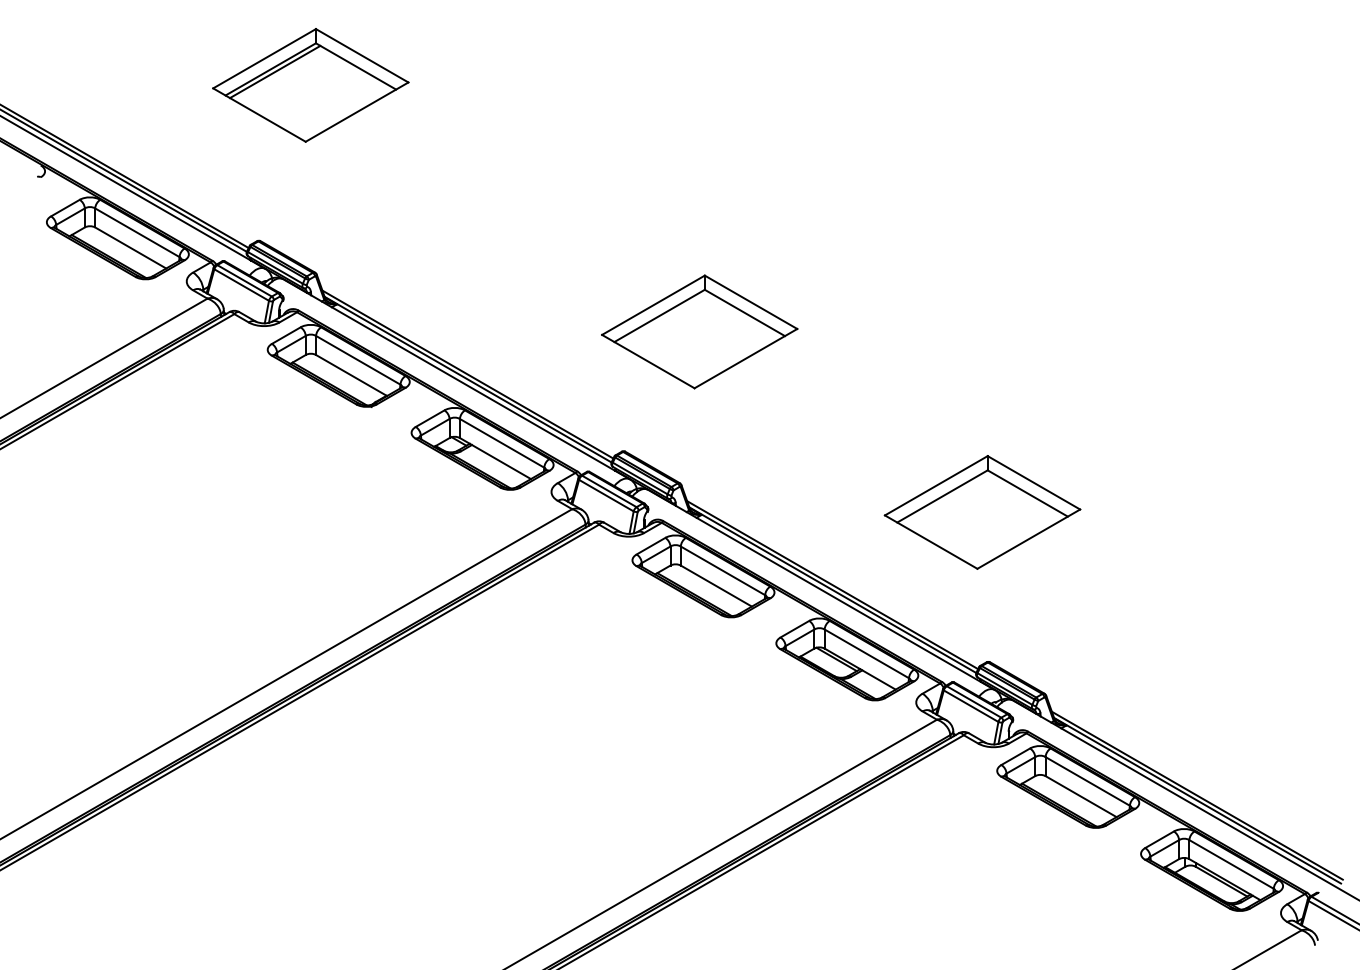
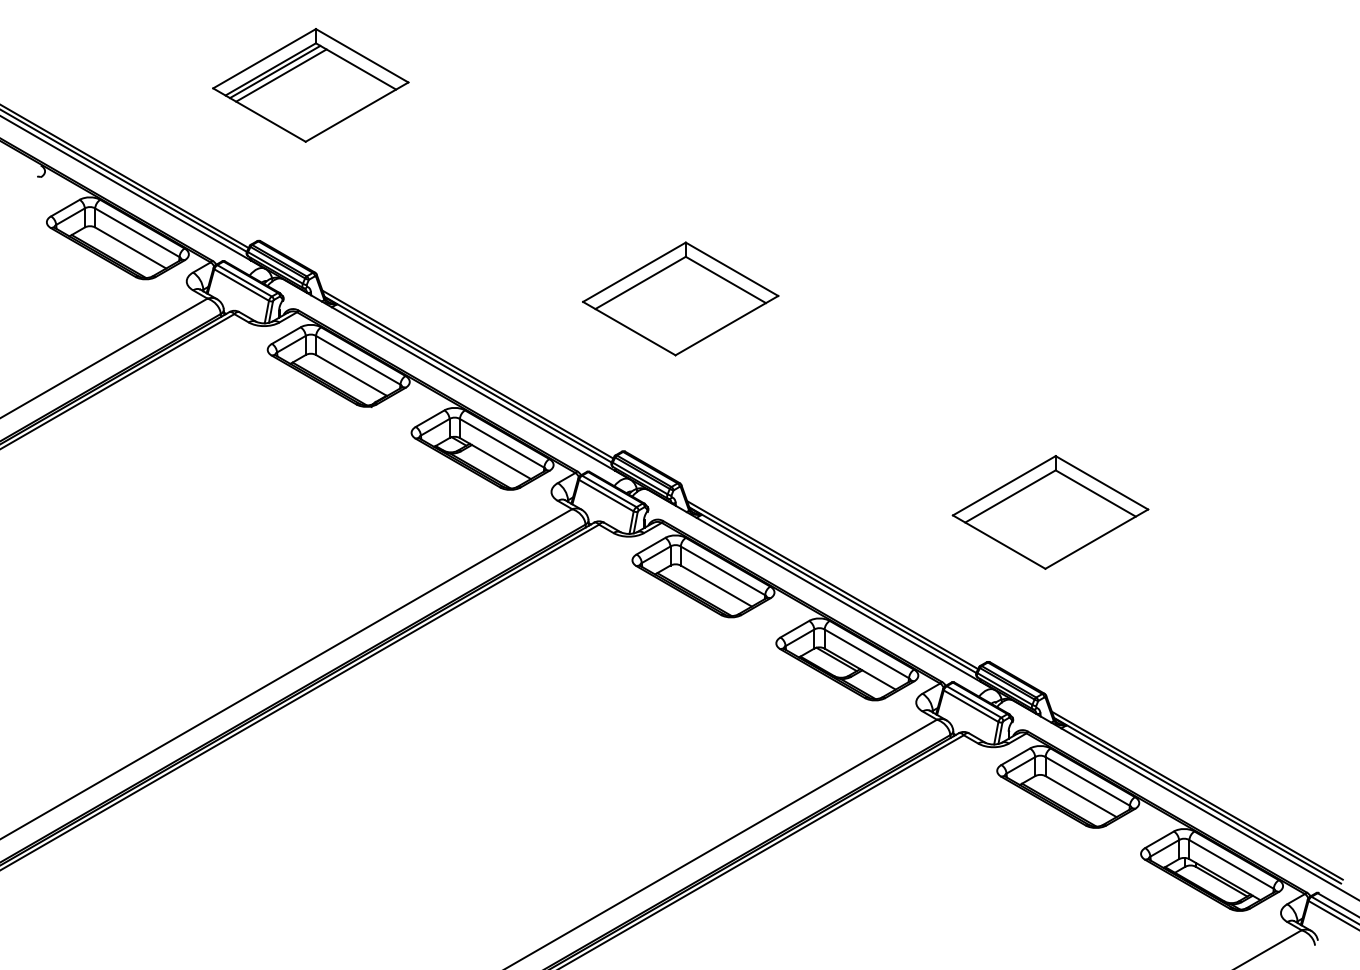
line at (281, 75): none -> present
part at (699, 331) position: (699, 331) -> (680, 298)
part at (982, 512) position: (982, 512) -> (1050, 512)
line at (1336, 904): none -> present
